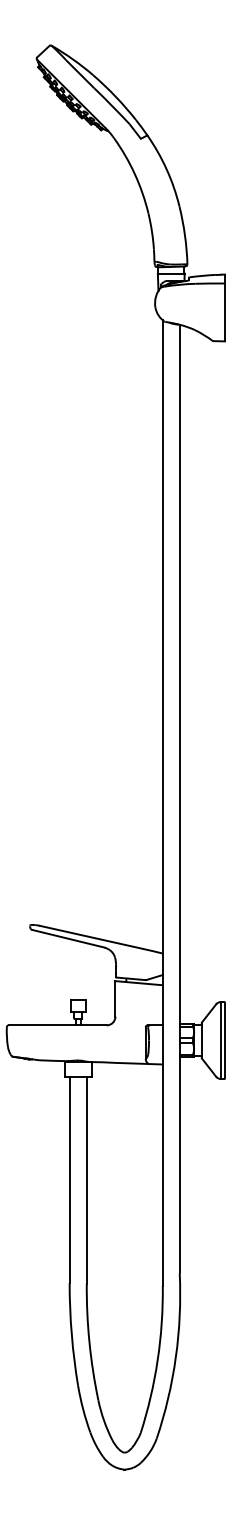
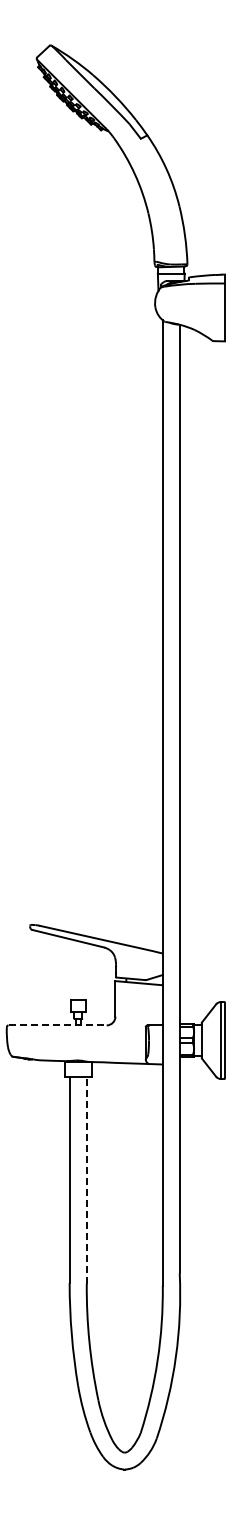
line at (58, 1025): solid -> dashed
line at (86, 1180): solid -> dashed
